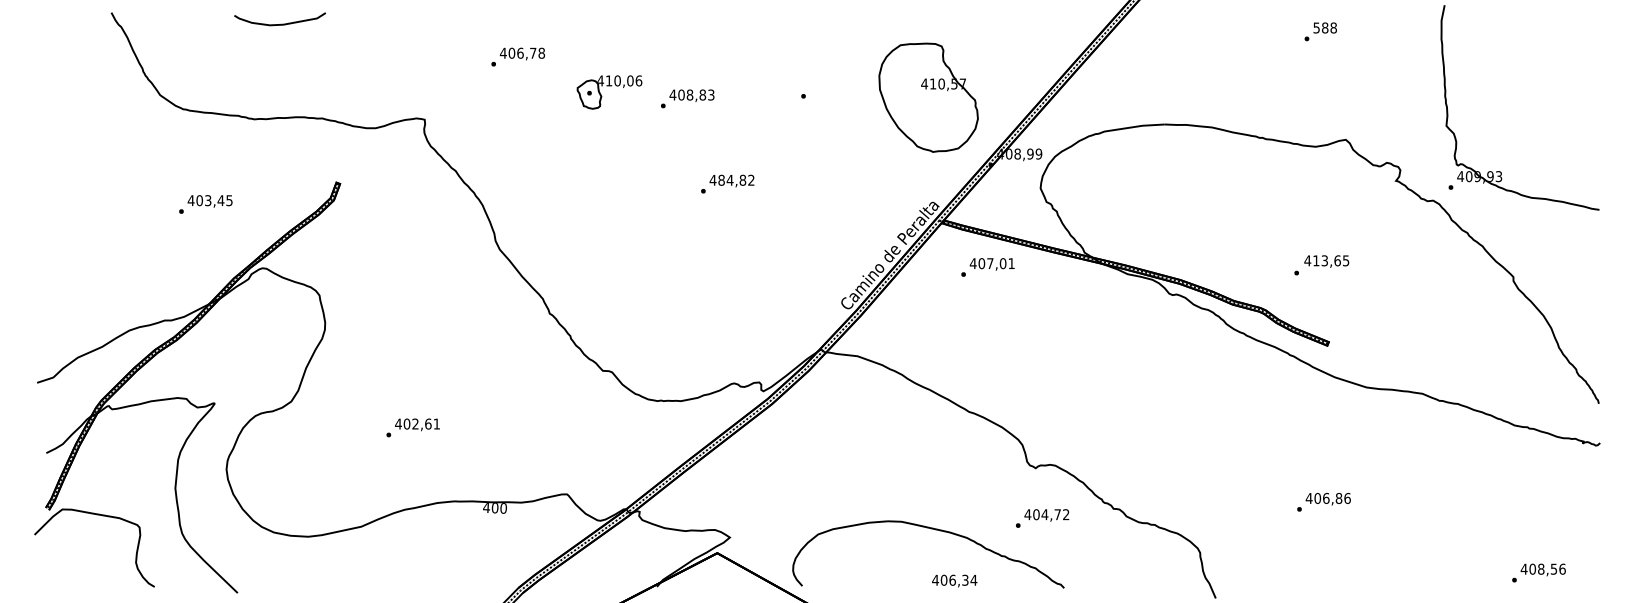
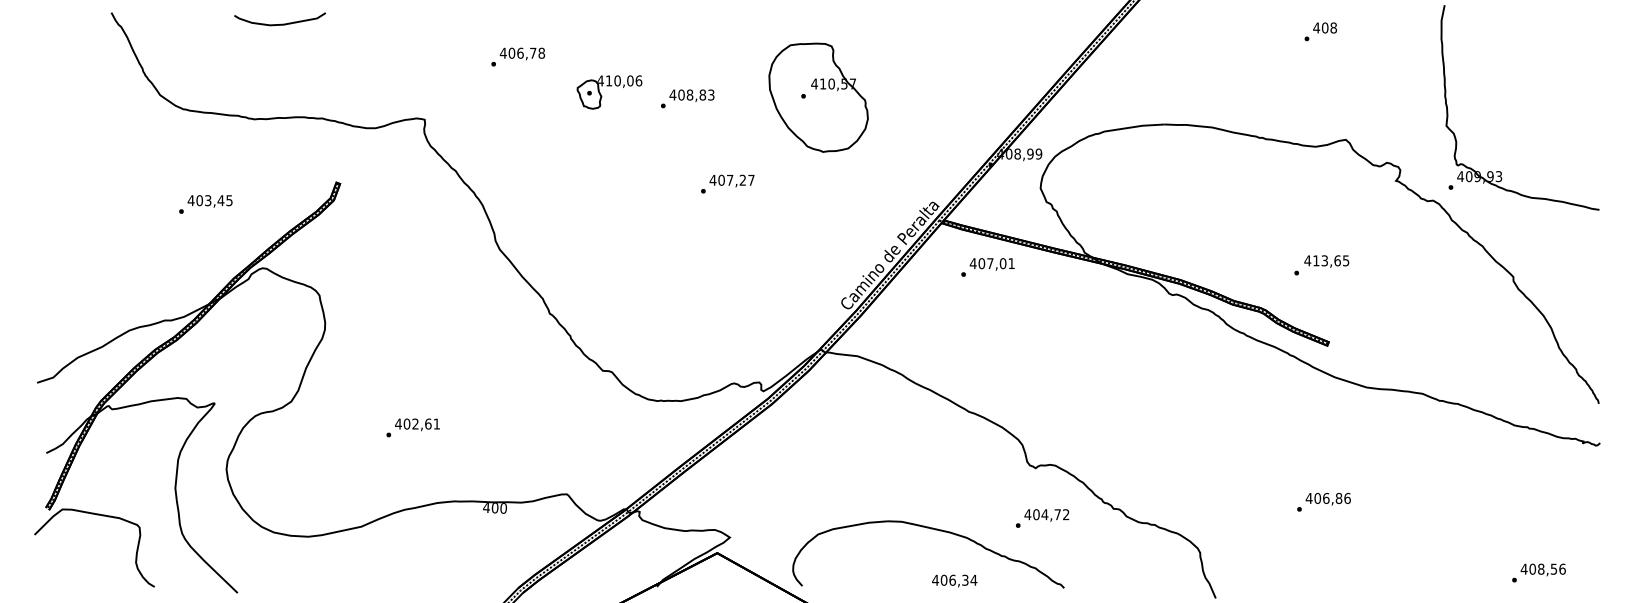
text at (1320, 27): 588 -> 408
part at (928, 97) position: (928, 97) -> (818, 97)
text at (736, 179): 484,82 -> 407,27
